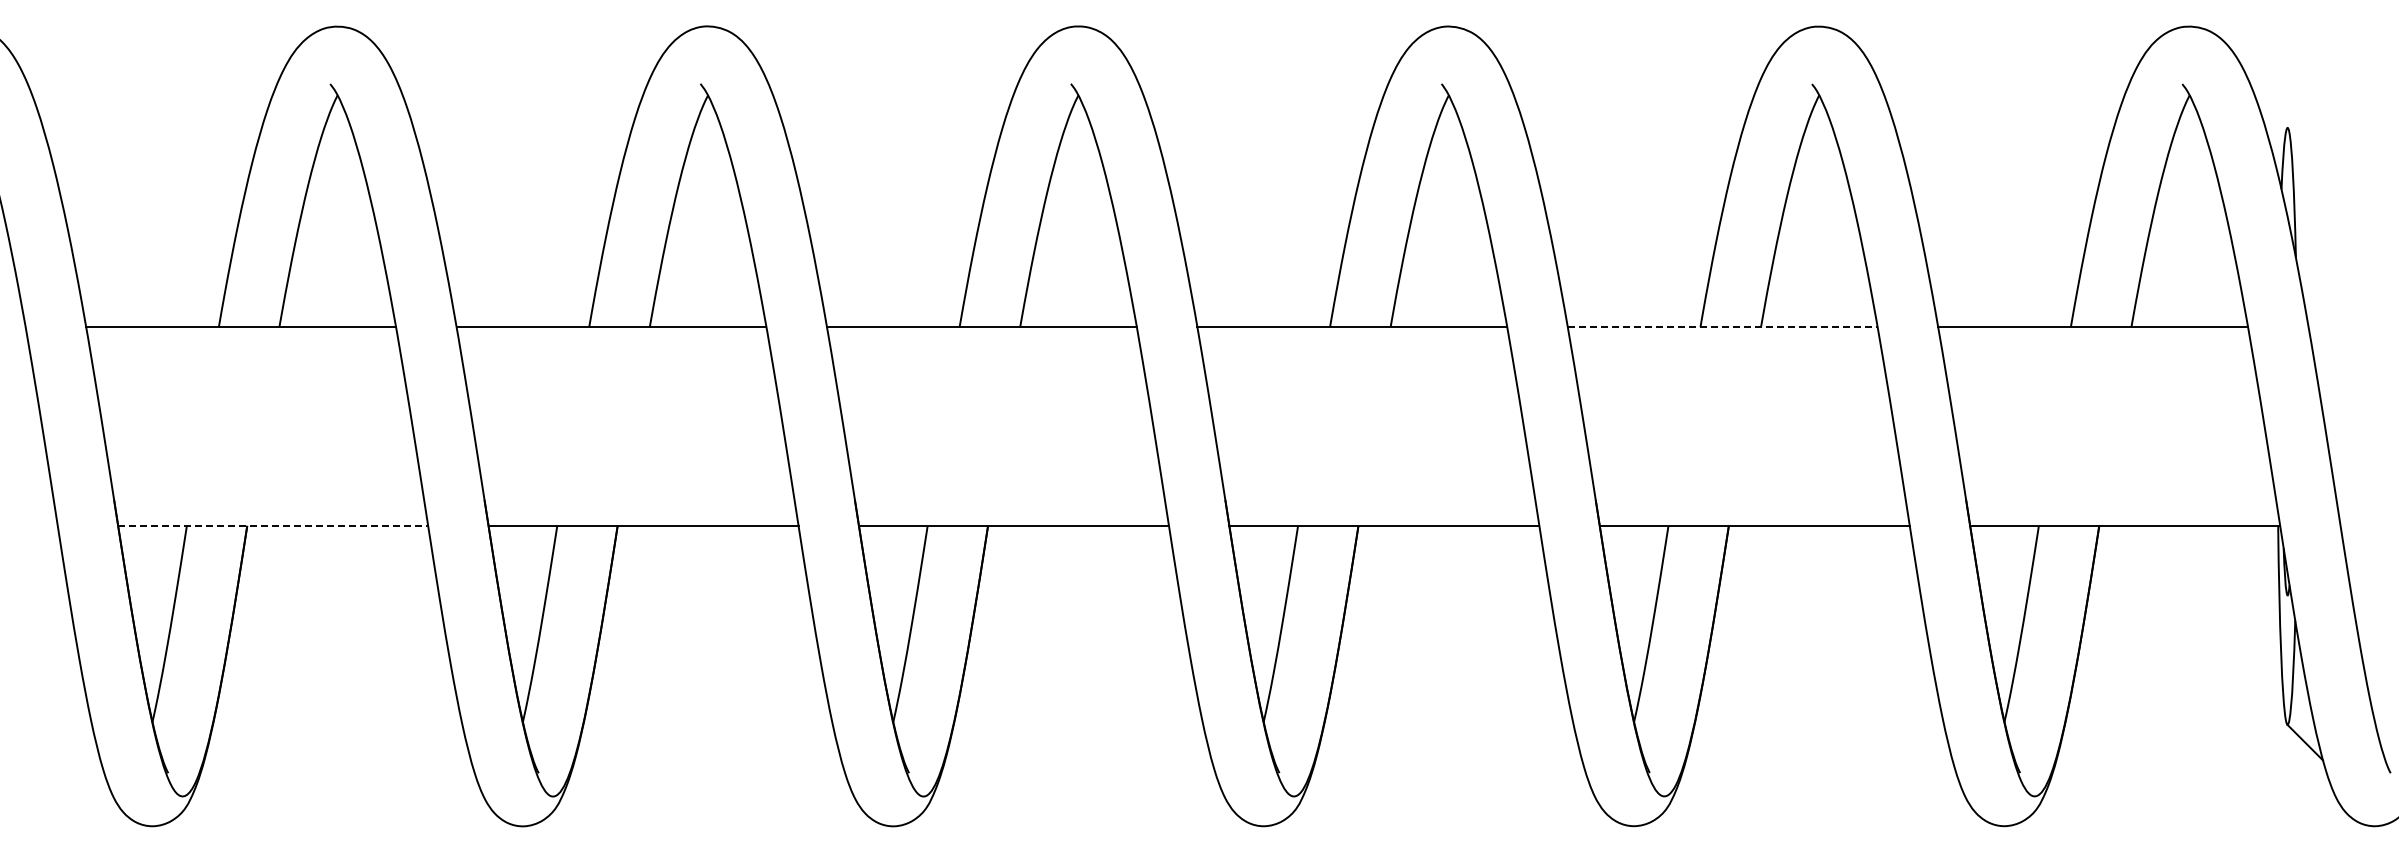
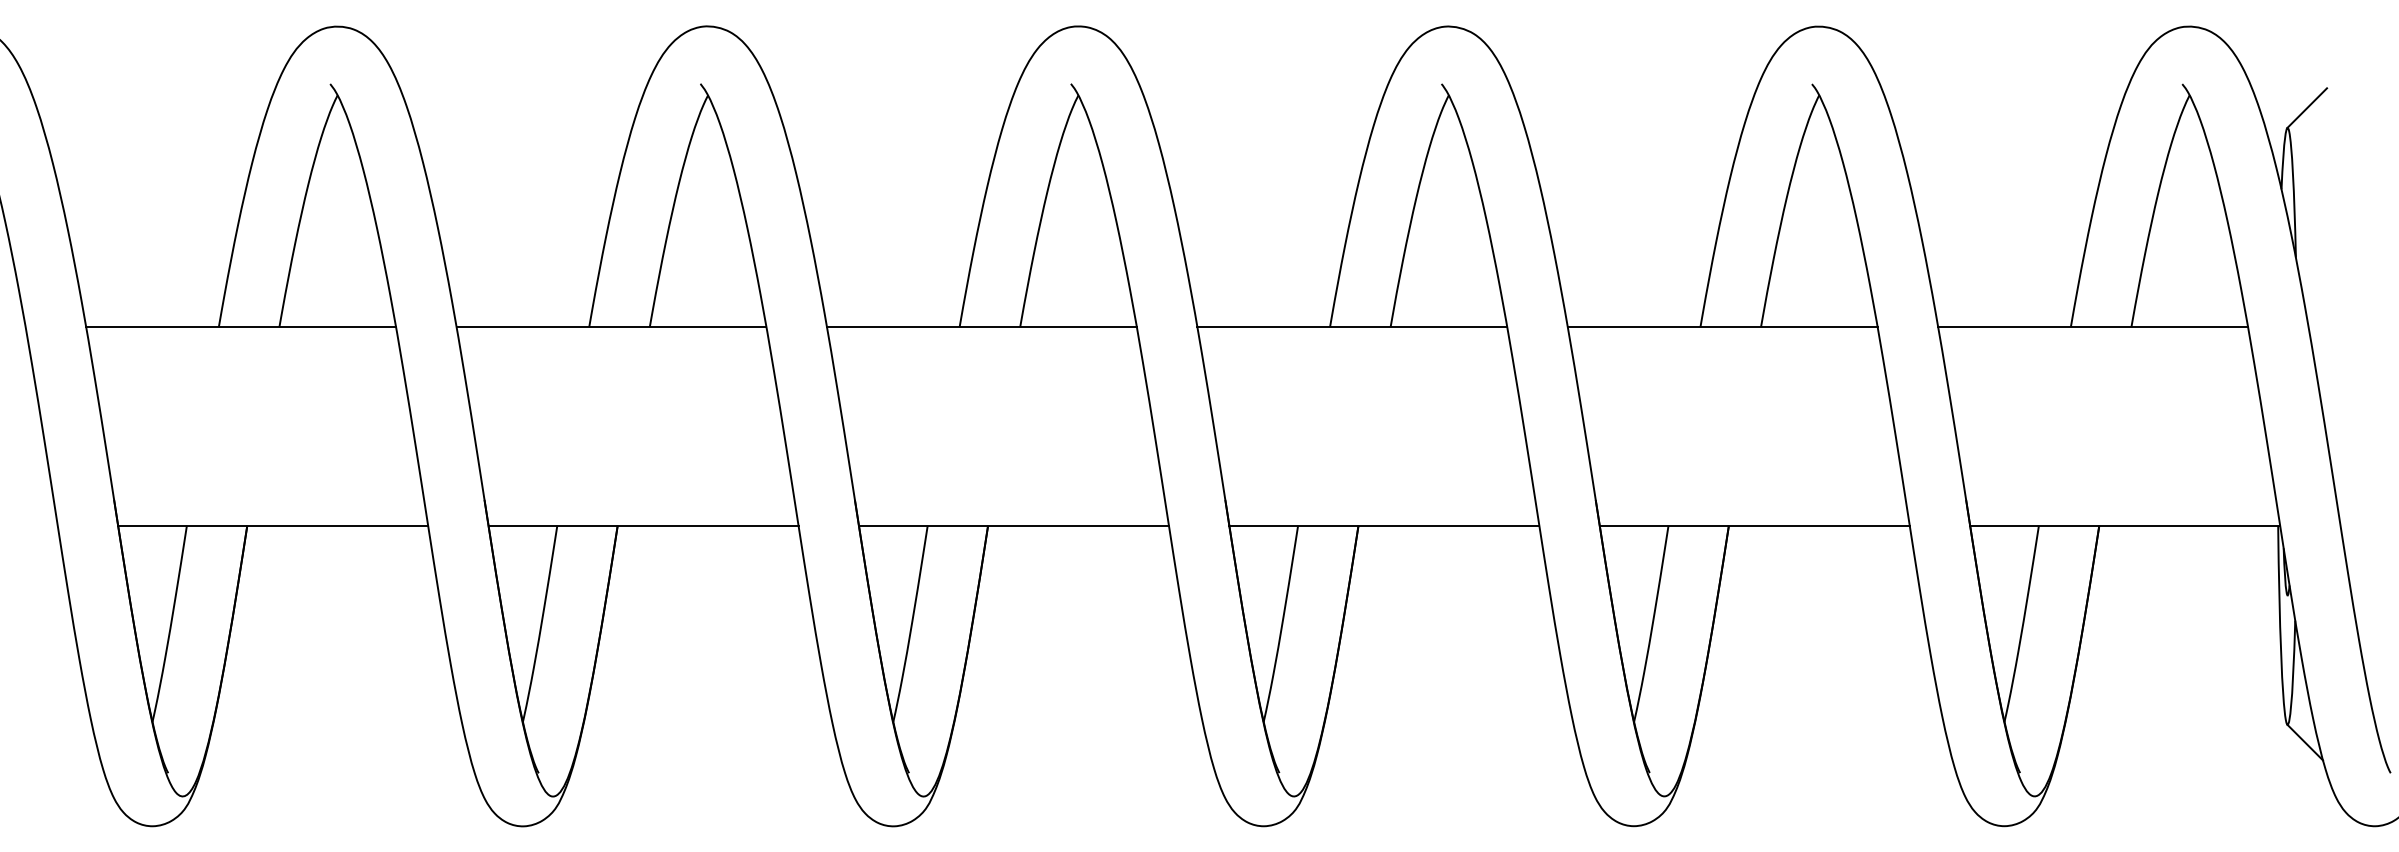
line at (2307, 108): none -> present
line at (1722, 326): dashed -> solid
line at (273, 525): dashed -> solid
